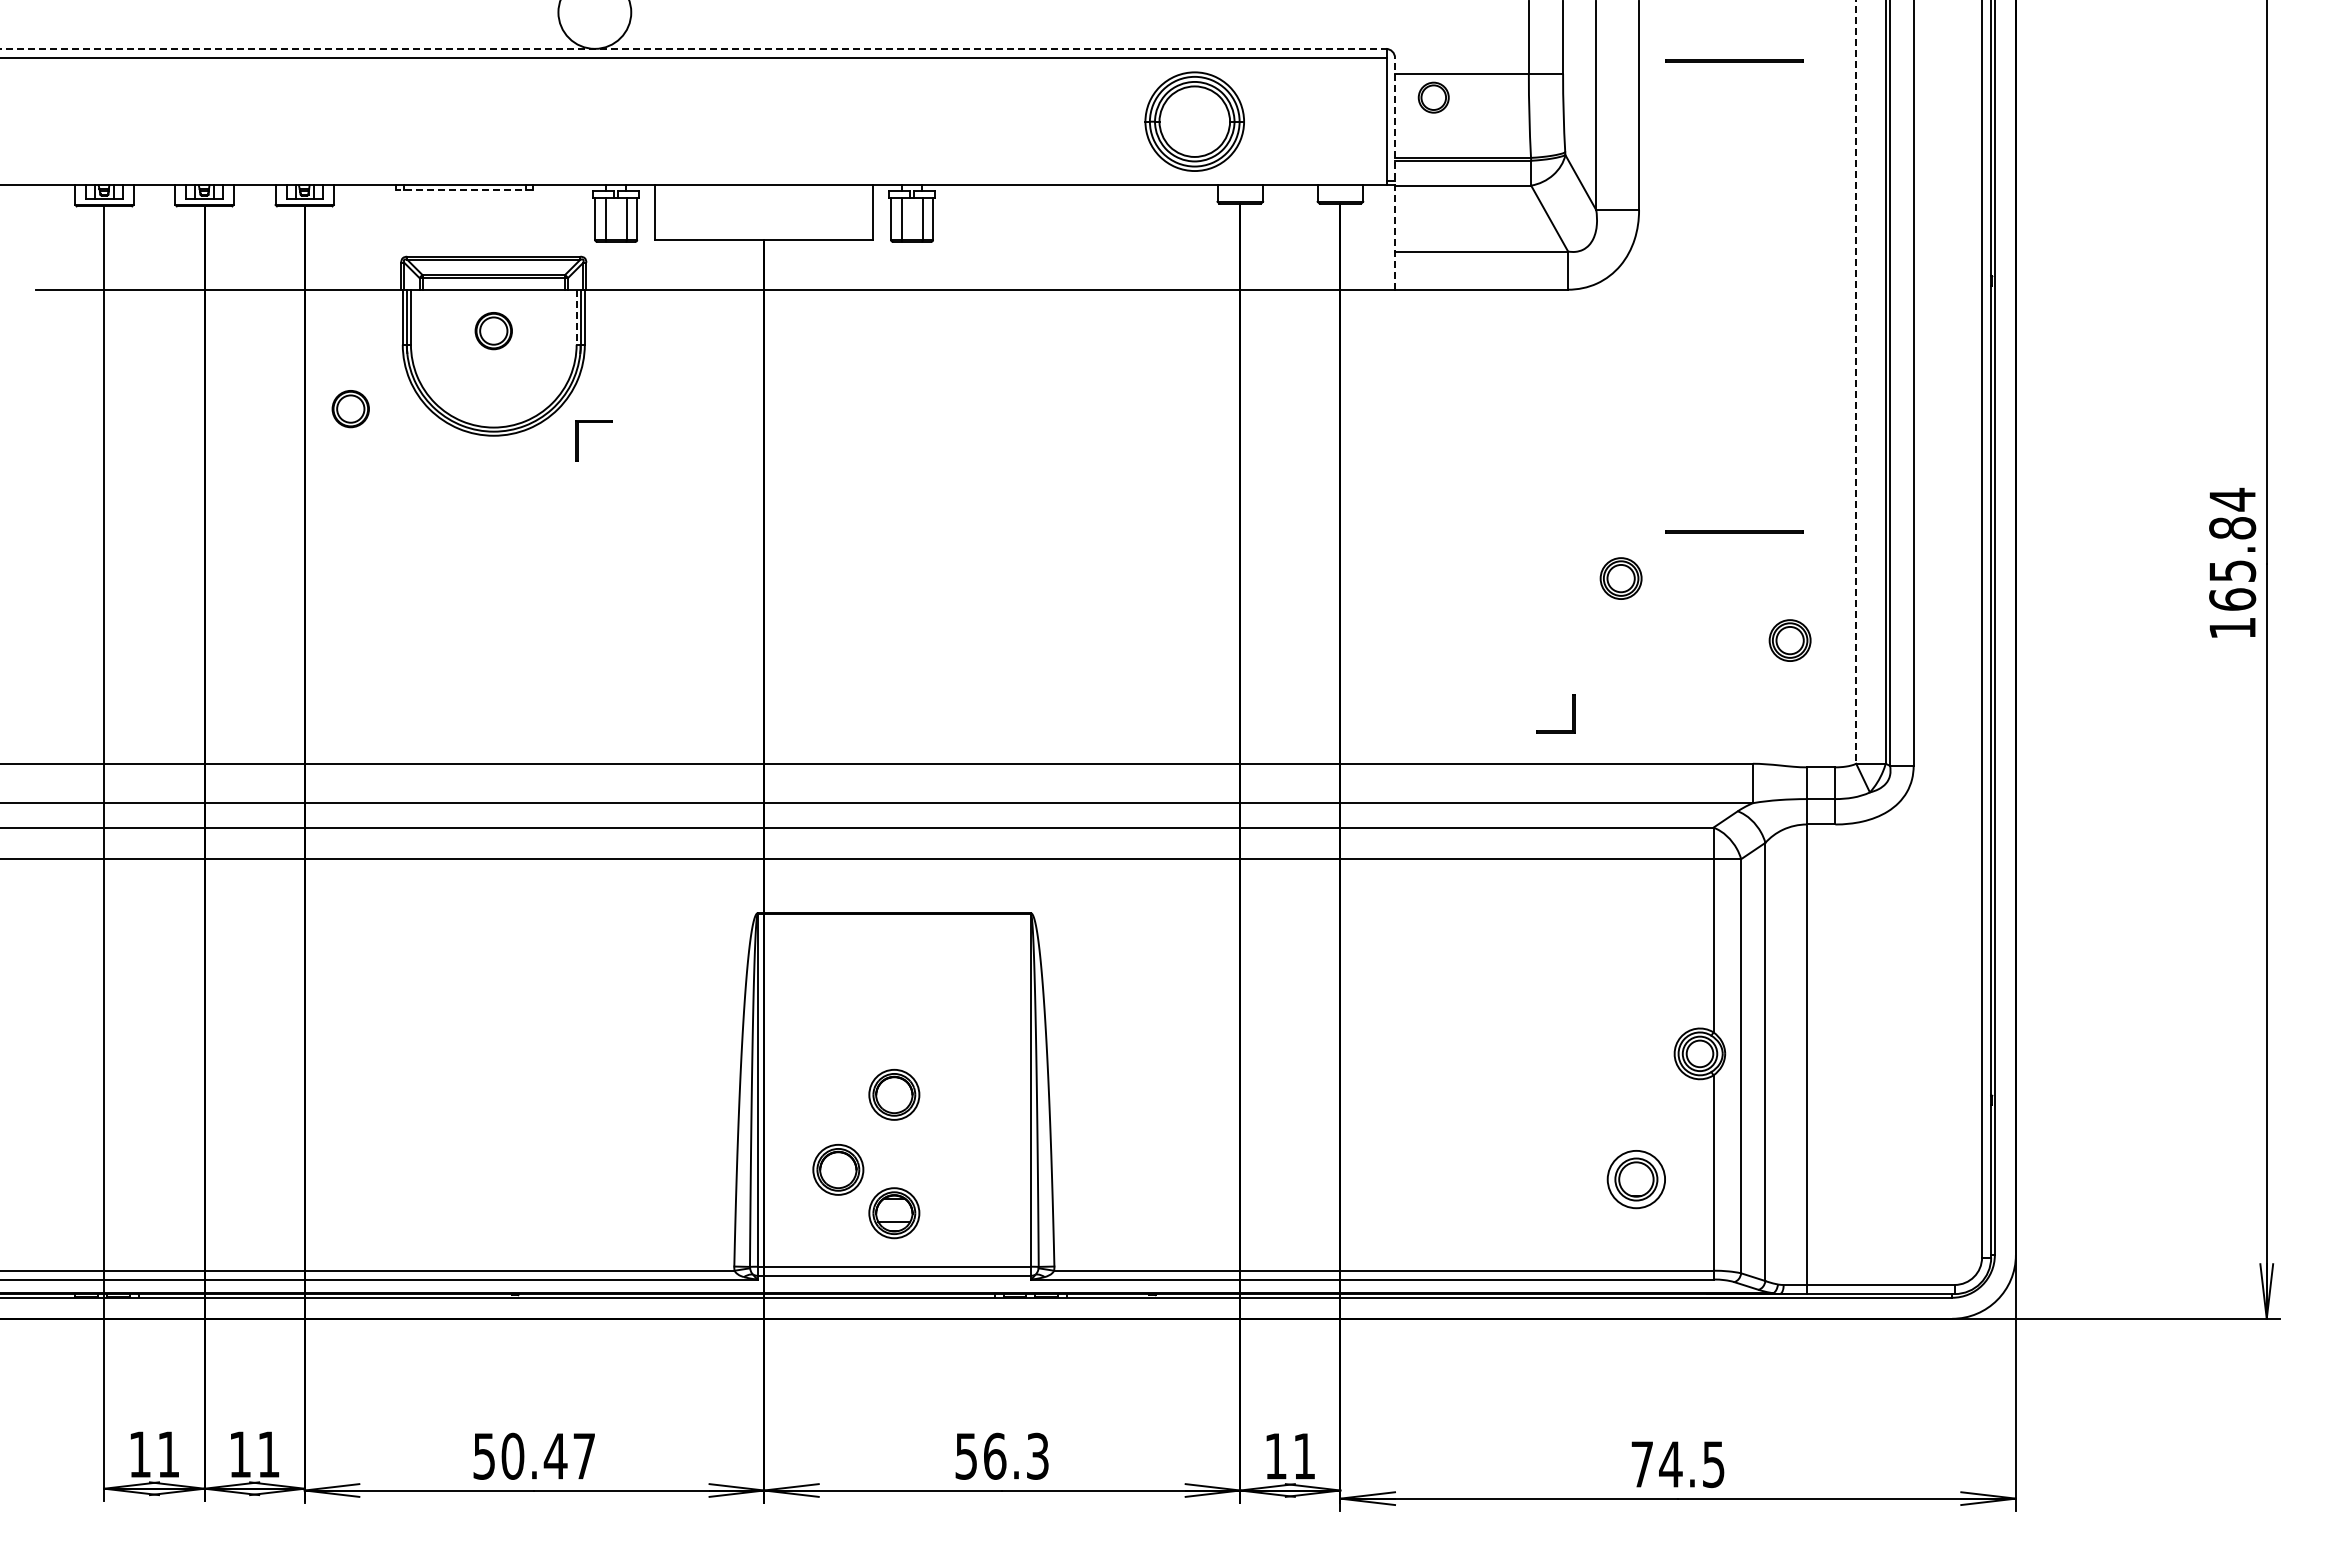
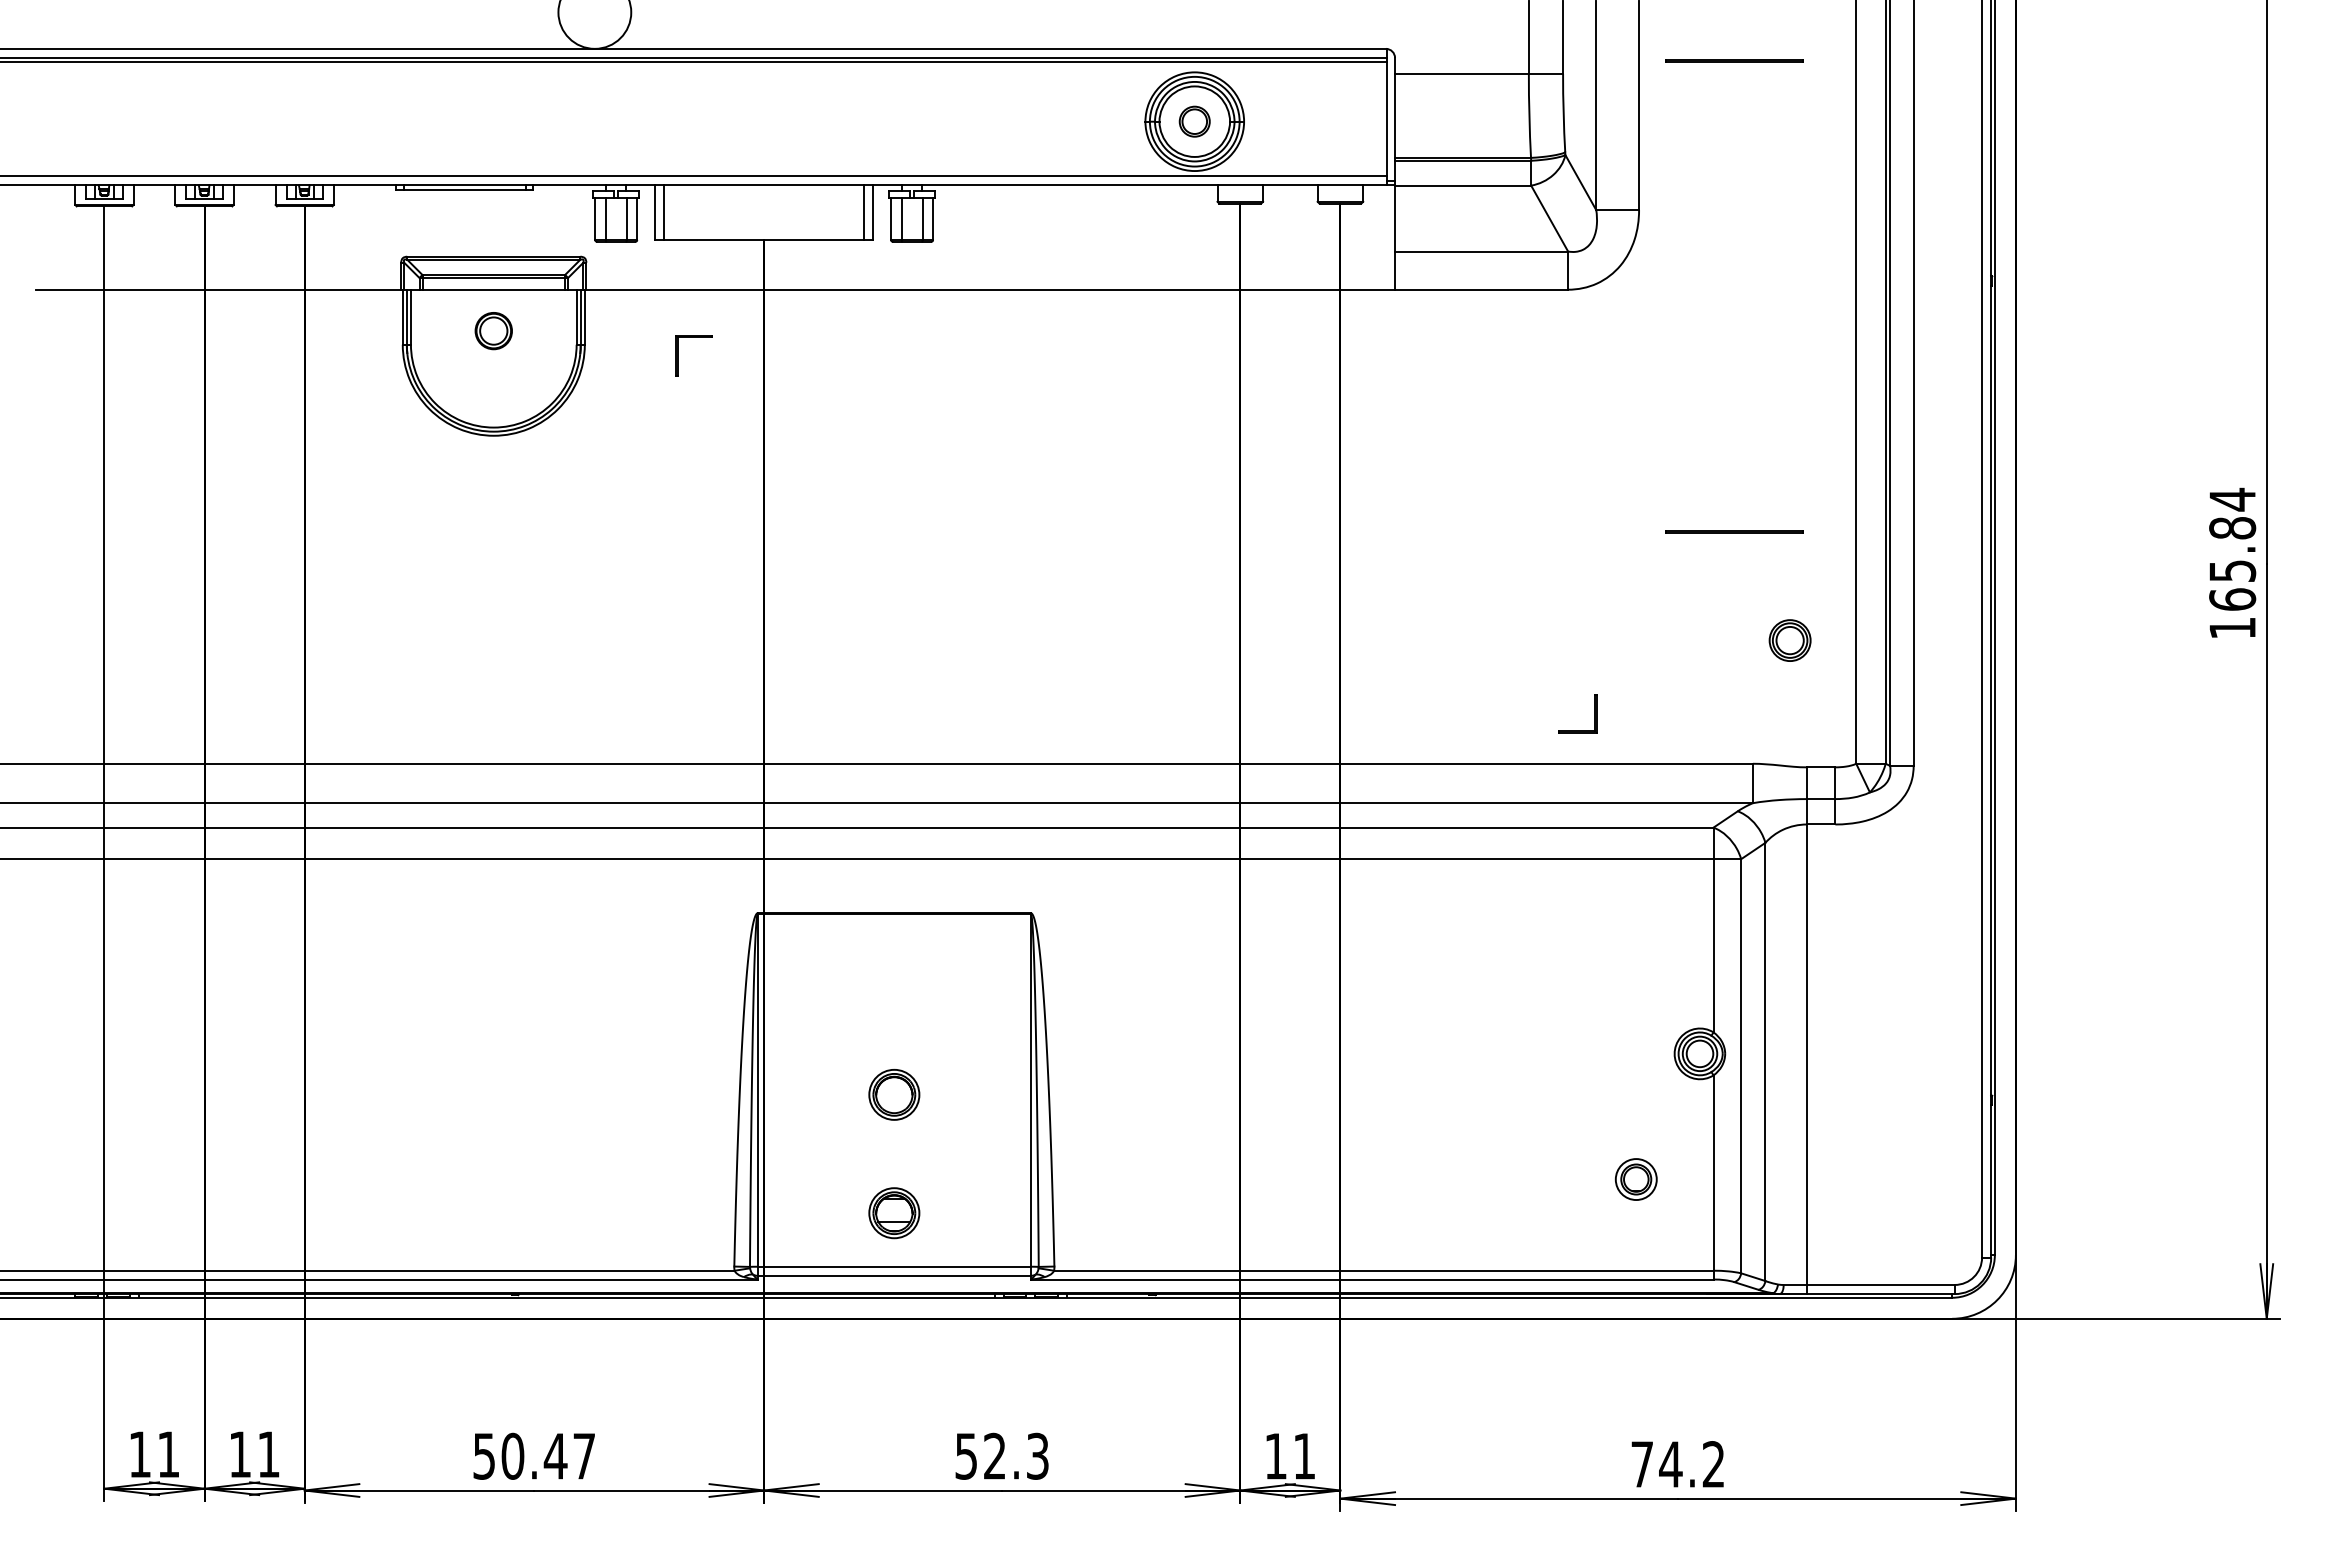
line at (693, 48): dashed -> solid
line at (694, 62): none -> present
part at (1433, 97) position: (1433, 97) -> (1194, 121)
line at (1395, 173): dashed -> solid
line at (694, 176): none -> present
line at (464, 189): dashed -> solid
line at (664, 212): none -> present
line at (864, 212): none -> present
line at (576, 317): dashed -> solid
line at (1856, 382): dashed -> solid
part at (350, 409): present -> none
part at (578, 440) position: (578, 440) -> (678, 355)
part at (1620, 578): present -> none
part at (1572, 713) position: (1572, 713) -> (1594, 713)
part at (838, 1169): present -> none
part at (1635, 1179) size: 60x60 px -> 44x43 px
text at (995, 1455): 56.3 -> 52.3
text at (1713, 1464): 74.5 -> 74.2
